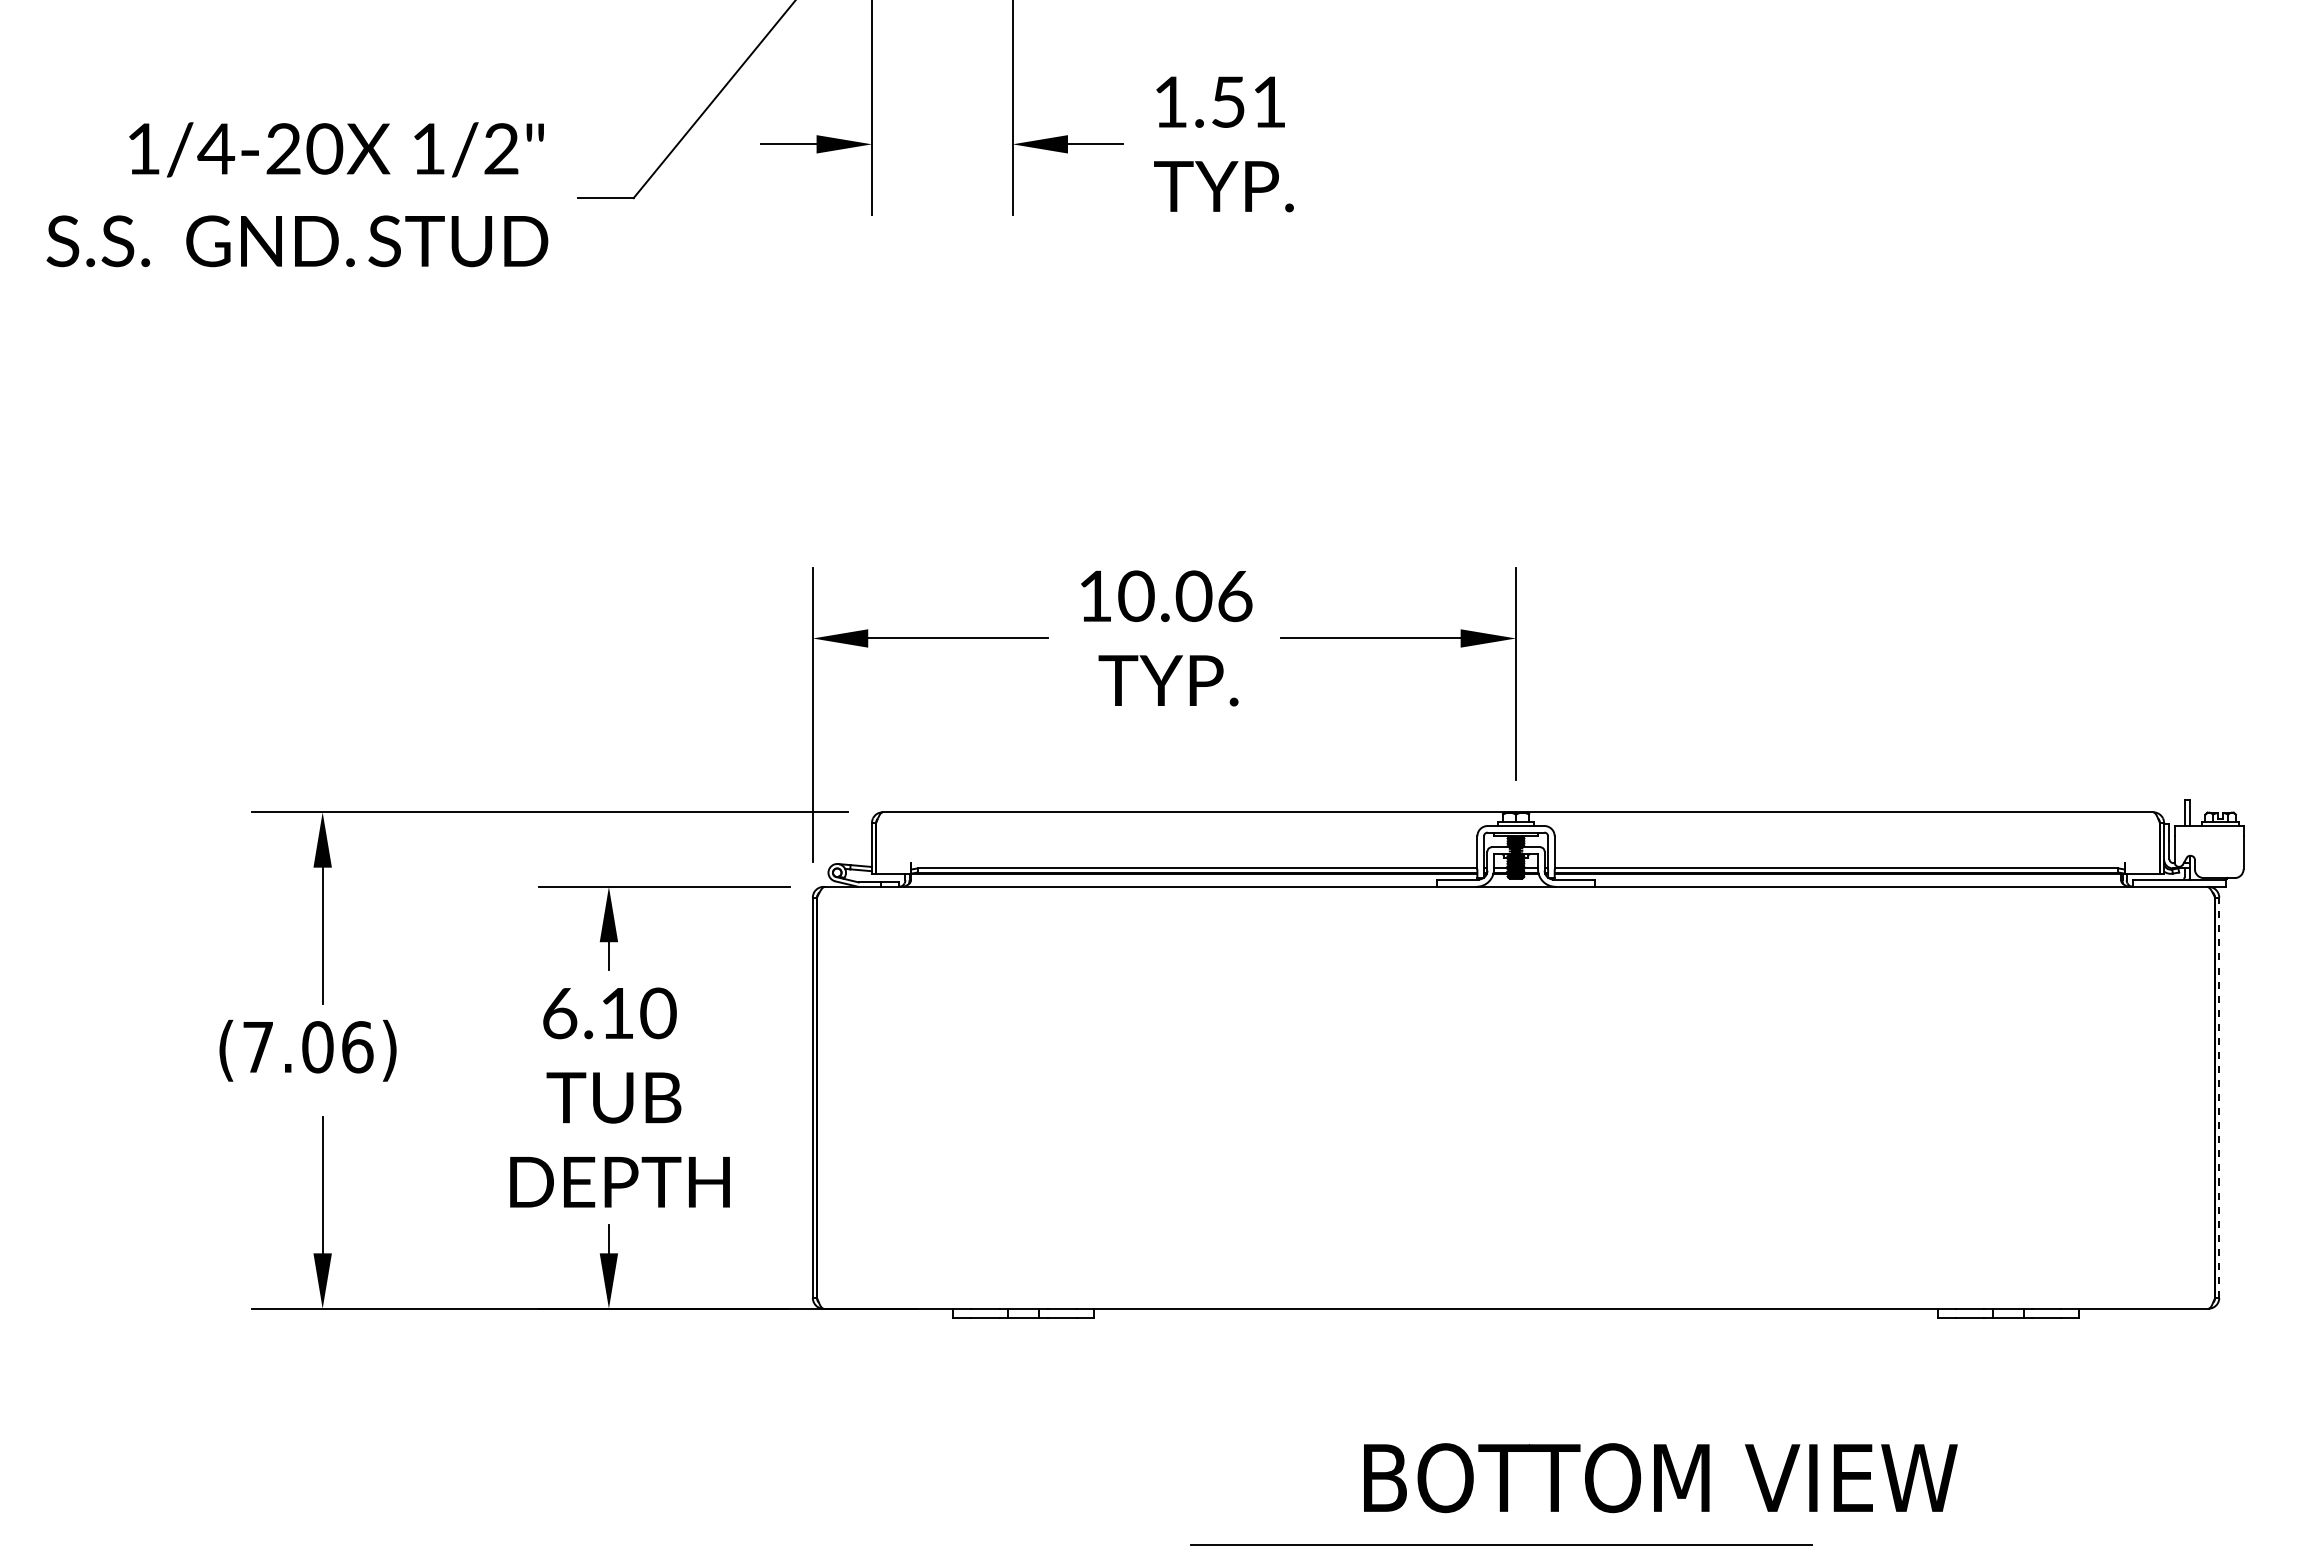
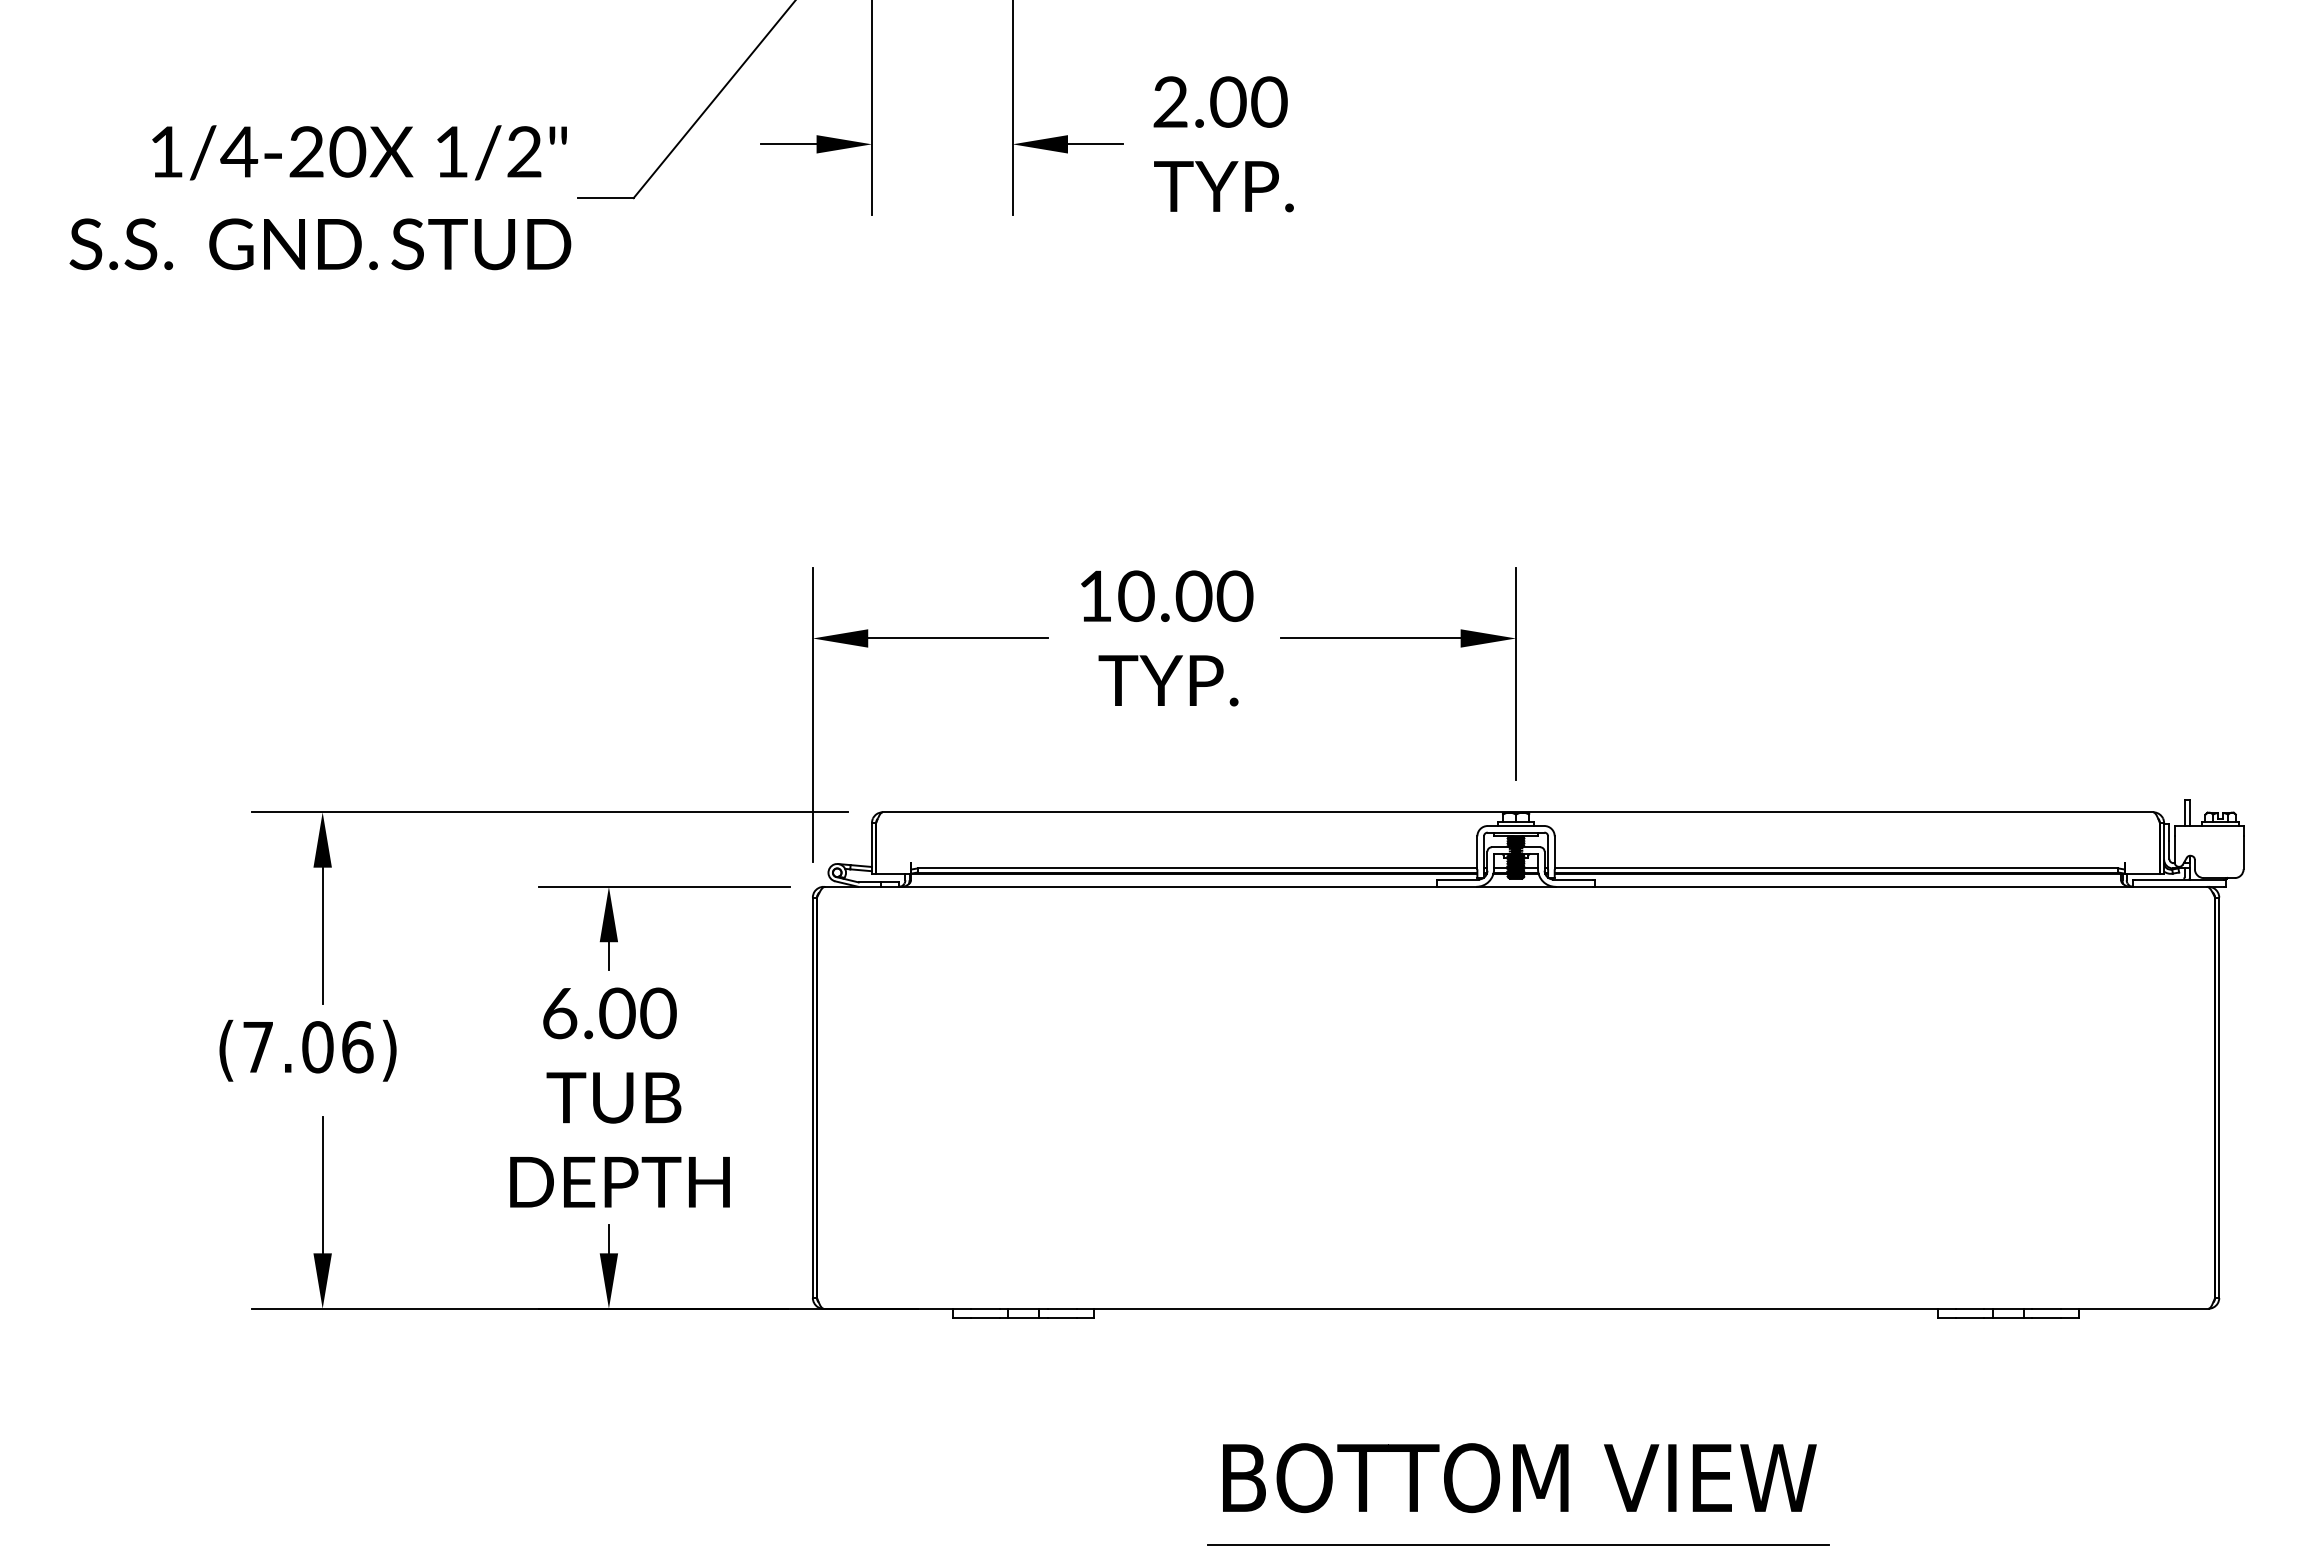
text at (1220, 101): 1.51 -> 2.00
text at (297, 194) position: (297, 194) -> (320, 197)
text at (1234, 595): 10.06 -> 10.00
text at (617, 1013): 6.10 -> 6.00
line at (2219, 1097): dashed -> solid
text at (1660, 1478) position: (1660, 1478) -> (1519, 1478)
line at (1501, 1544) position: (1501, 1544) -> (1518, 1544)
